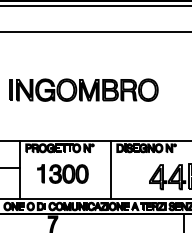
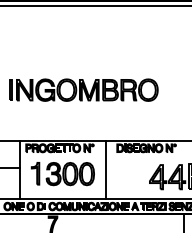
line at (95, 32): present -> none
line at (111, 169) position: (111, 169) -> (106, 169)
part at (62, 173) size: 52x20 px -> 65x25 px
